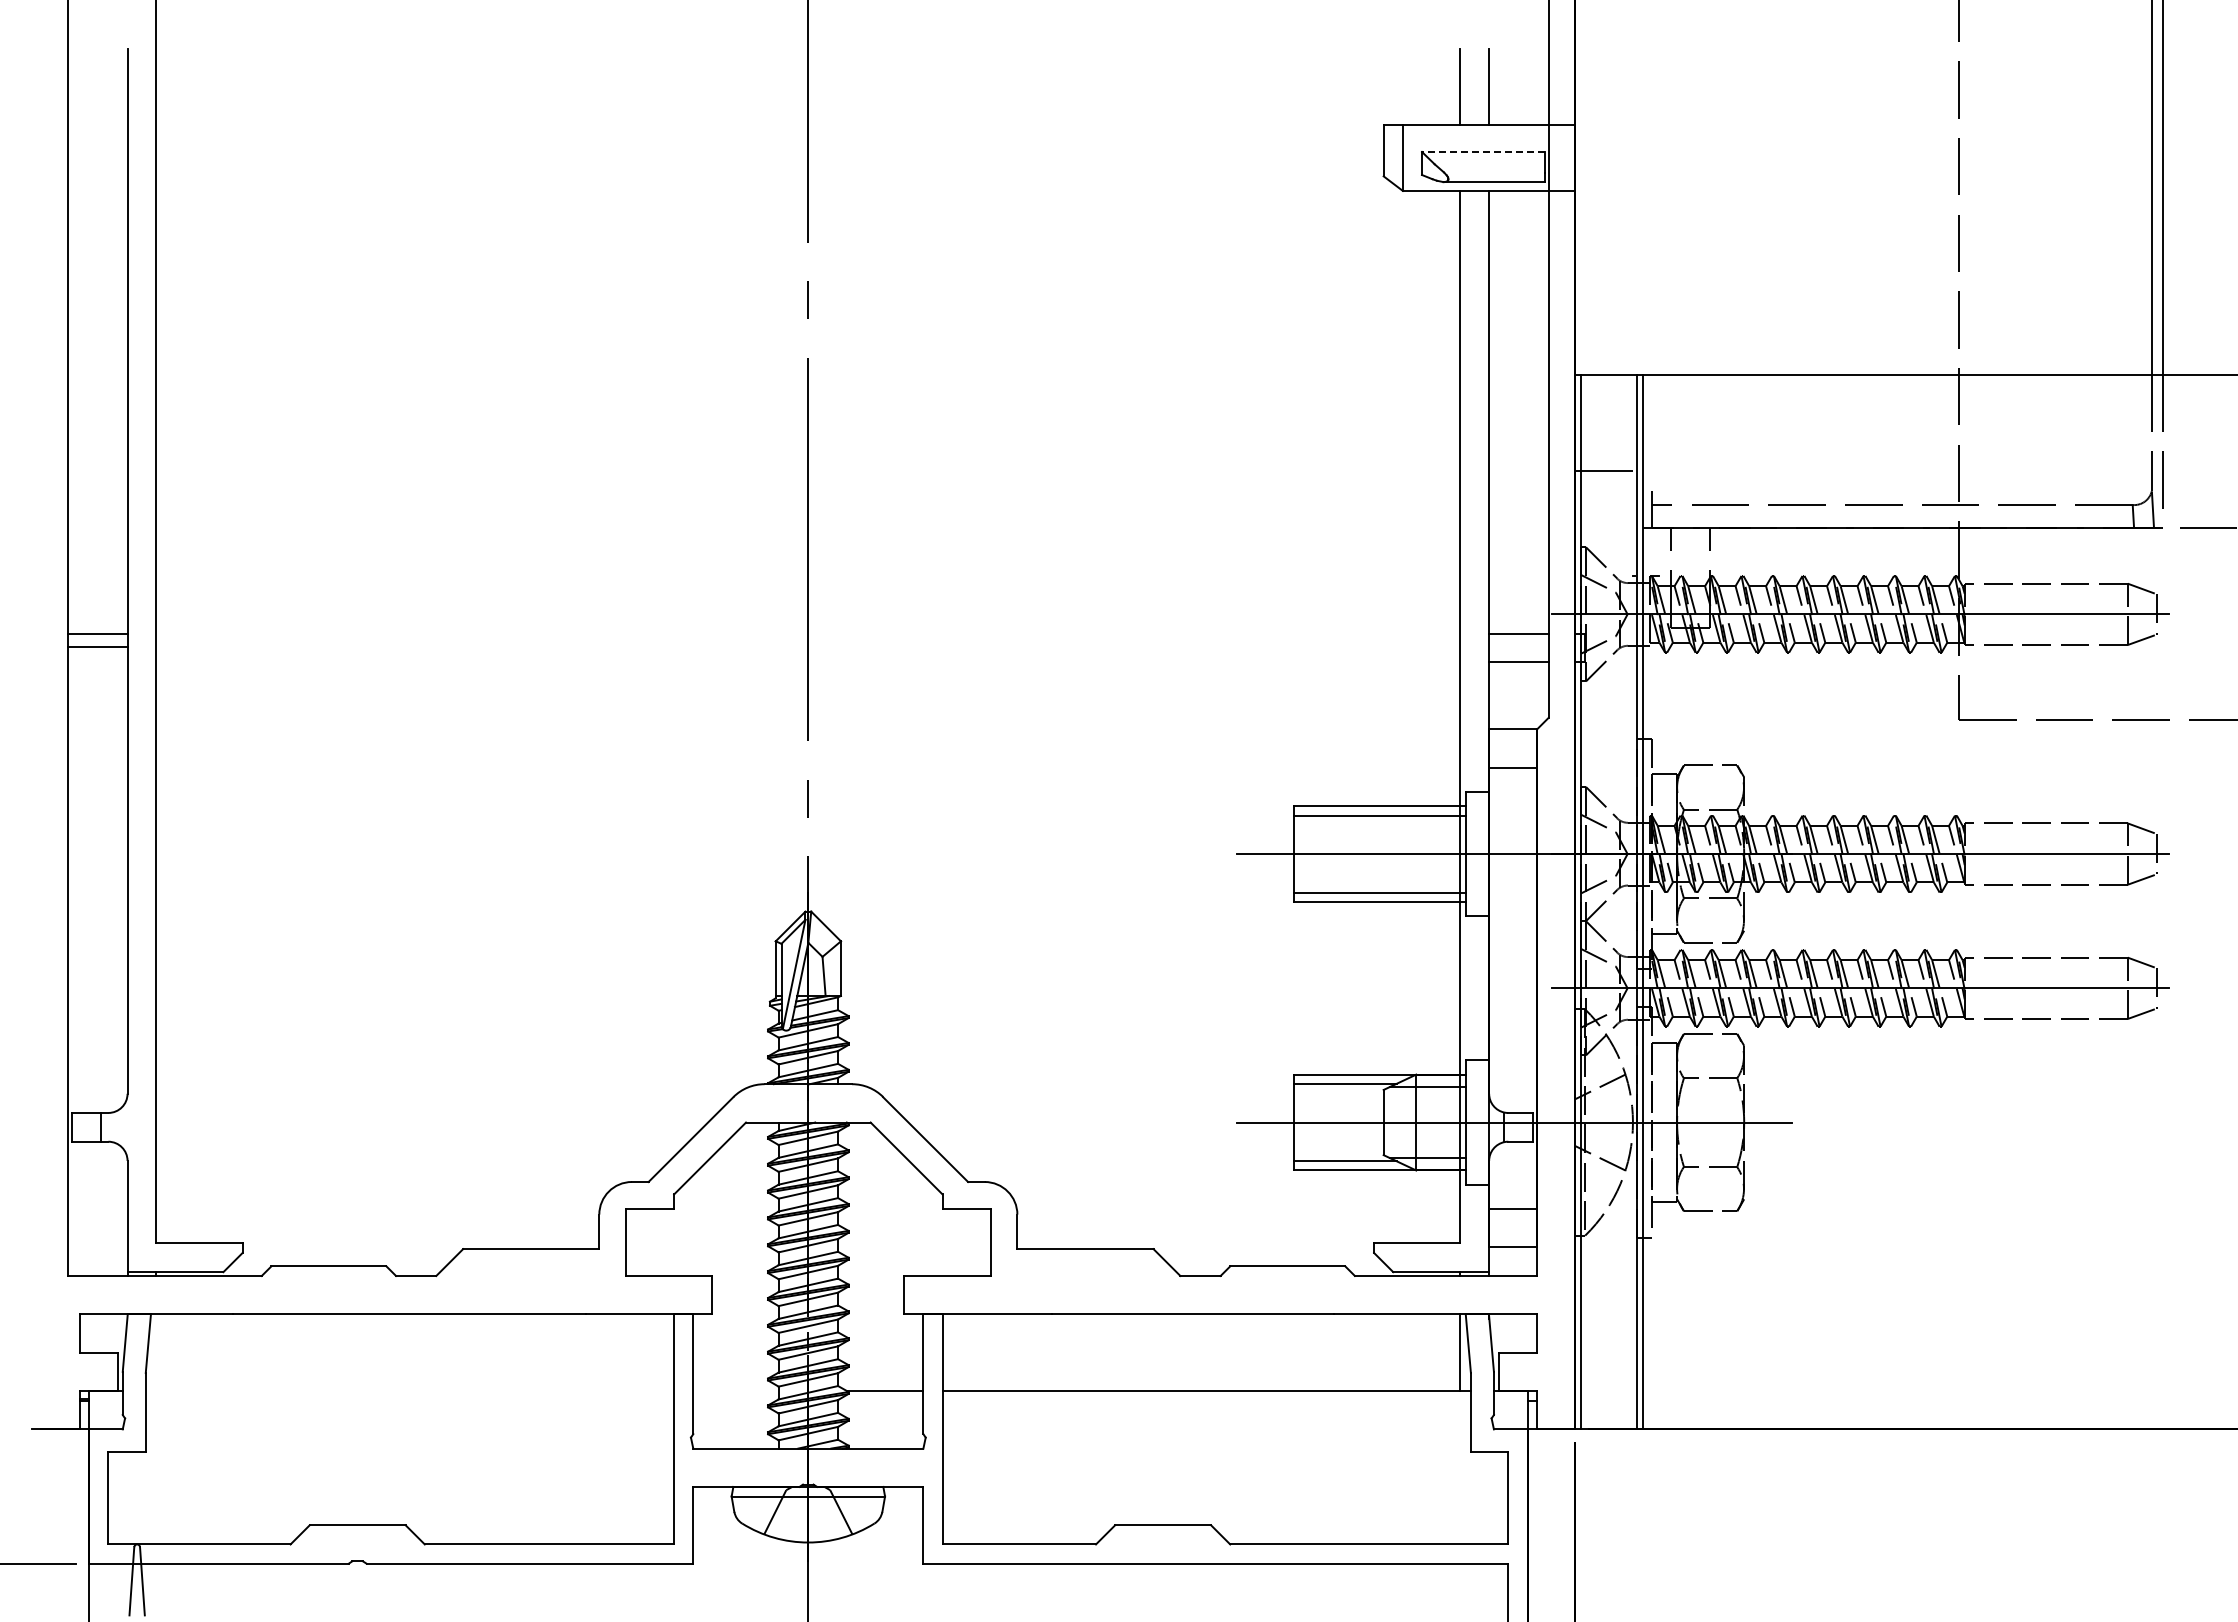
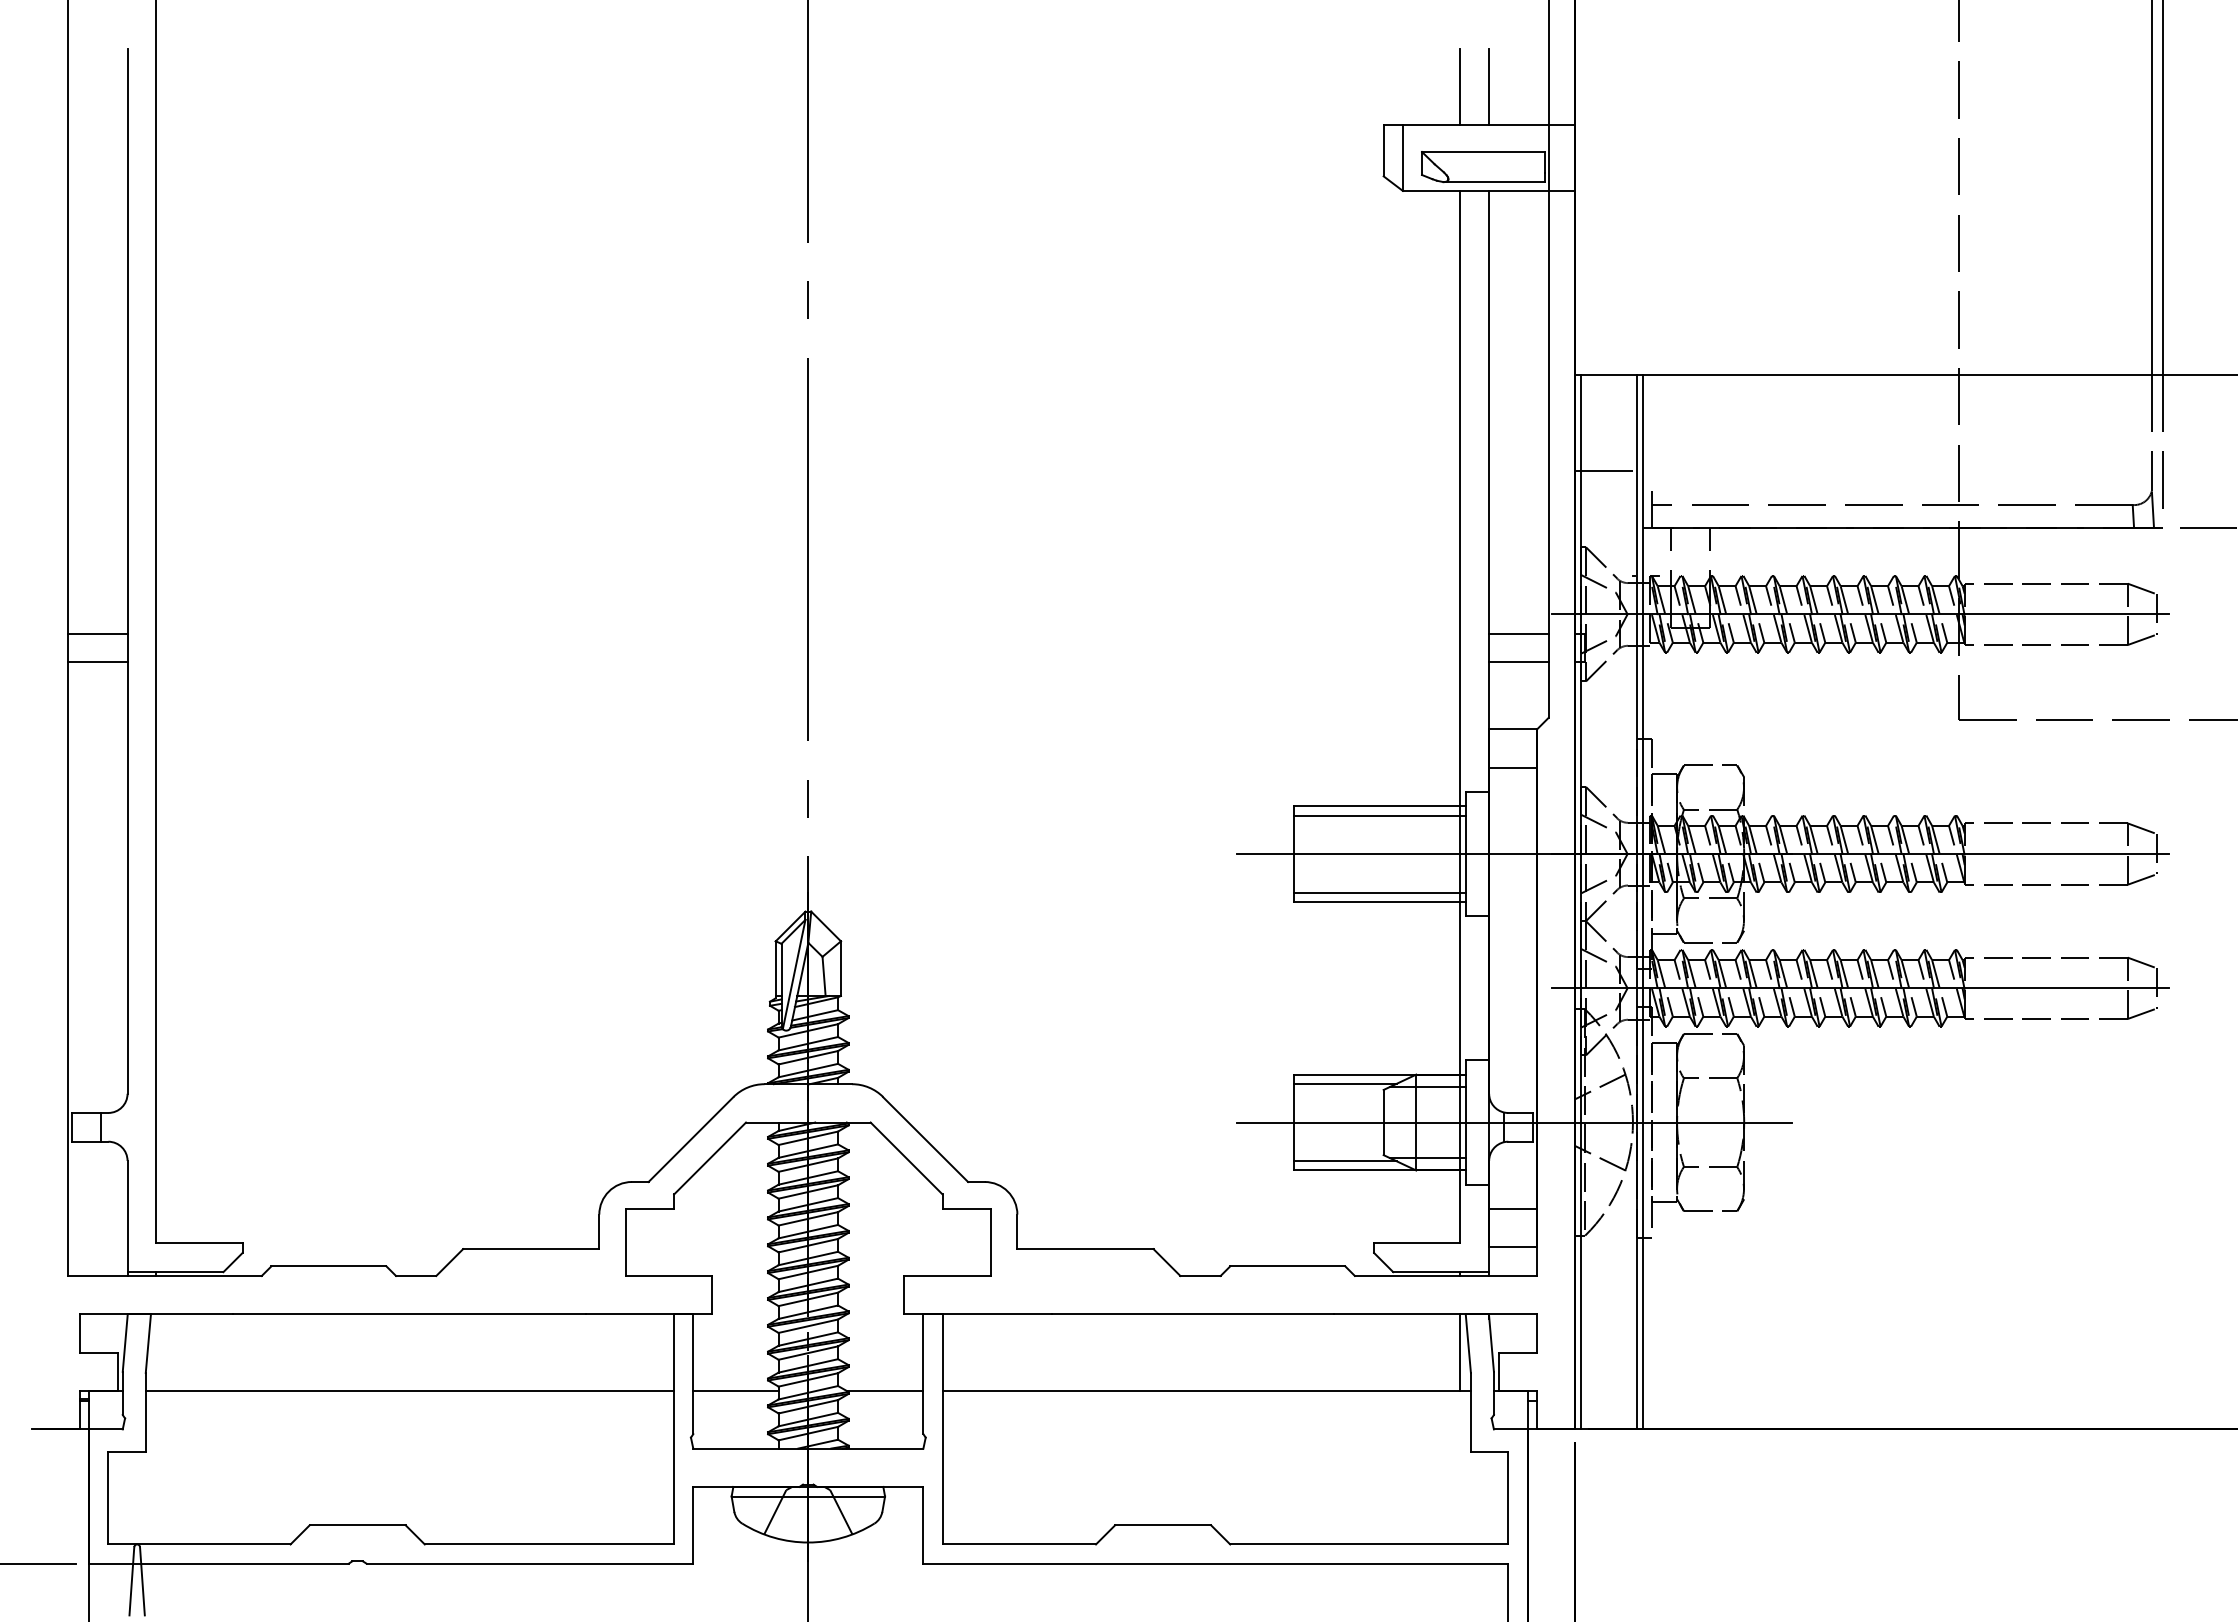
line at (1482, 152): dashed -> solid
line at (97, 647) position: (97, 647) -> (97, 662)
line at (409, 1391): none -> present
line at (735, 1391): none -> present
